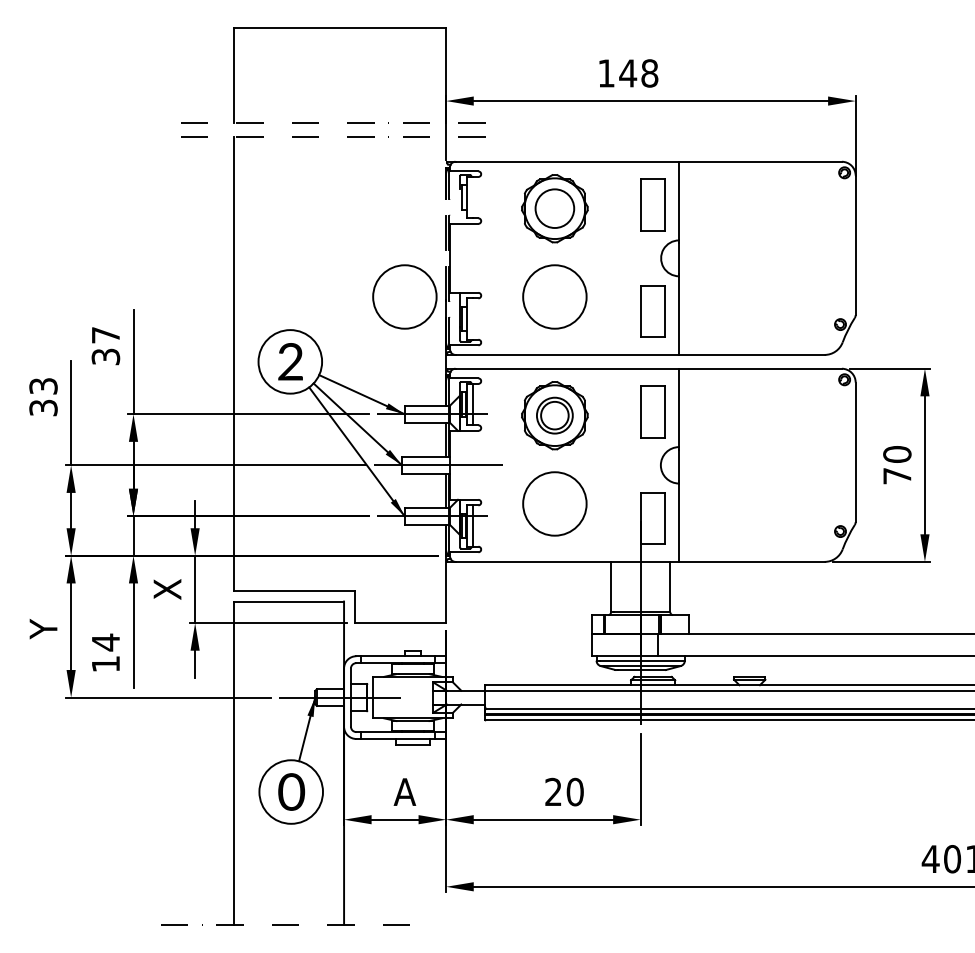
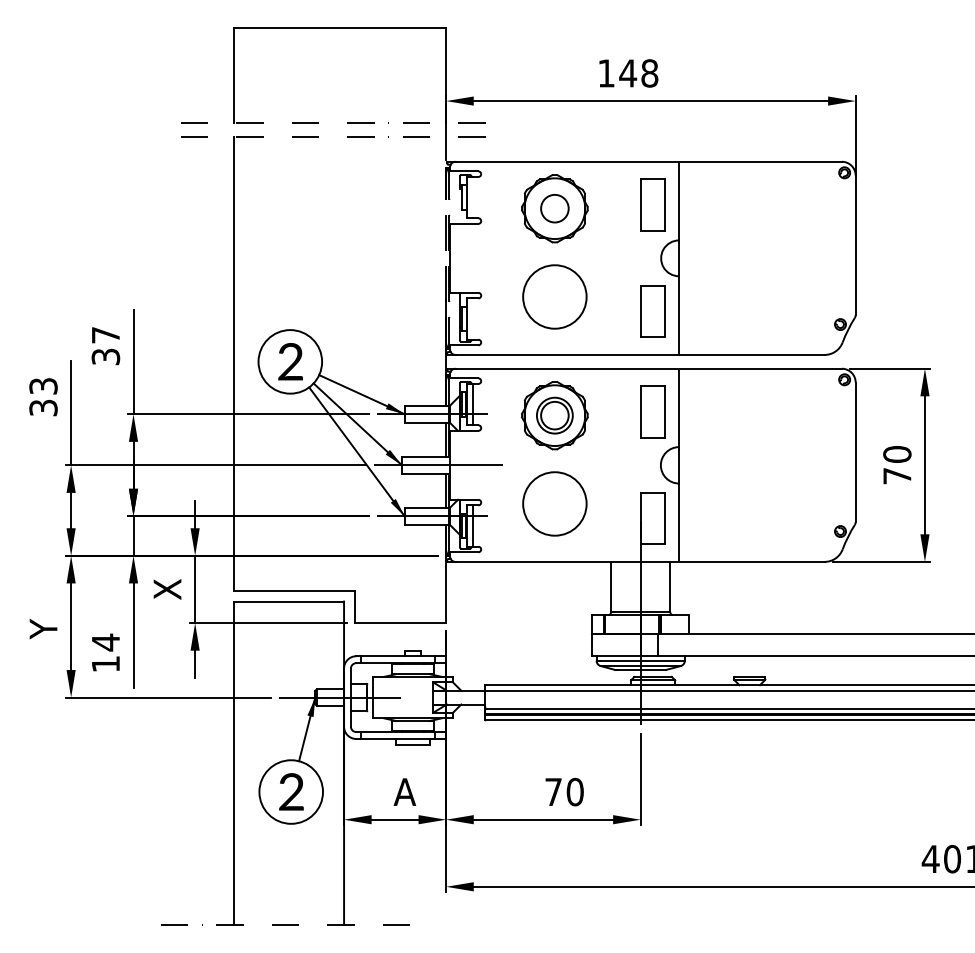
circle at (554, 208) diameter: 39 px -> 28 px
circle at (404, 296): present -> none
text at (291, 791): 0 -> 2
text at (553, 791): 20 -> 70
